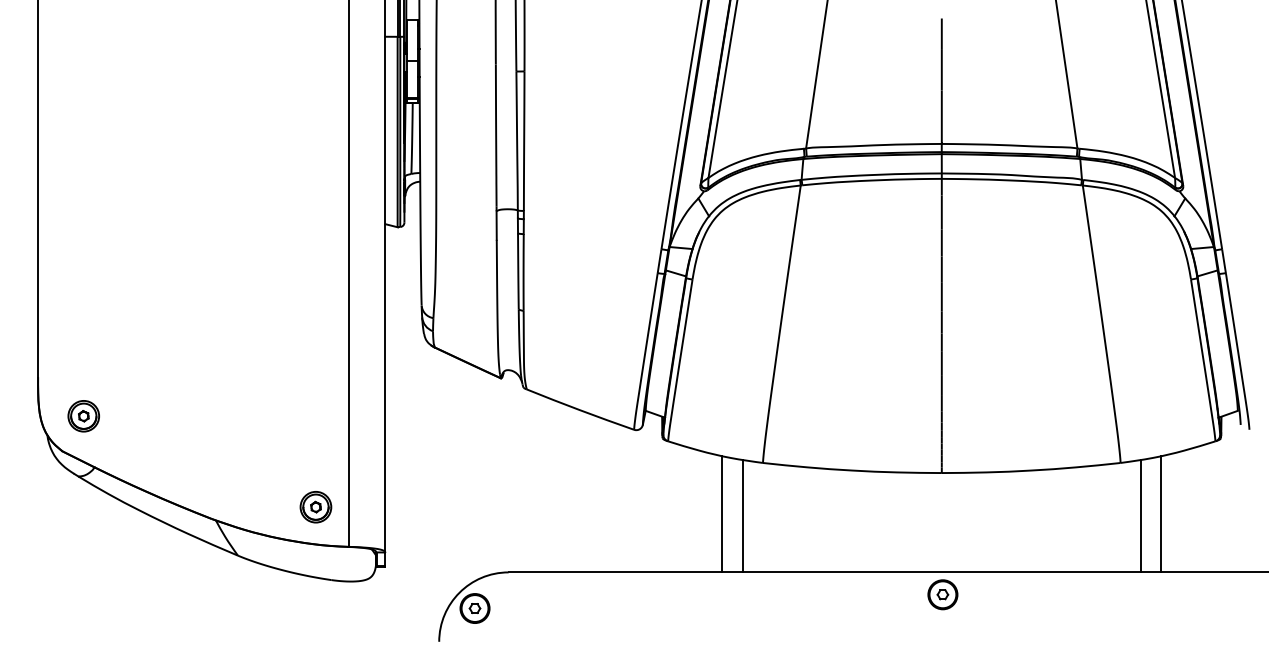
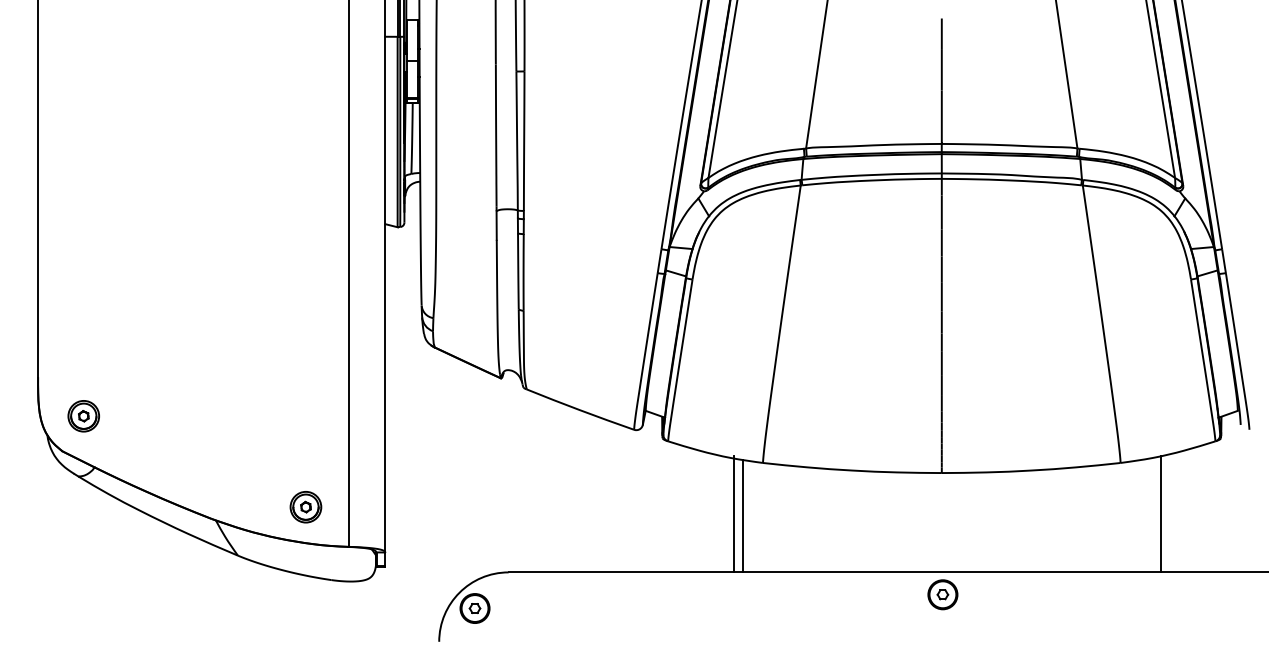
part at (315, 507) position: (315, 507) -> (305, 507)
line at (722, 514) position: (722, 514) -> (734, 514)
line at (1141, 515): present -> none
